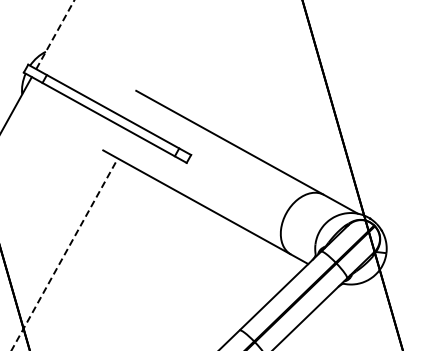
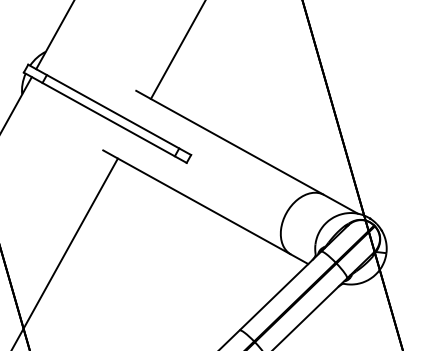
line at (55, 34): dashed -> solid
line at (177, 50): none -> present
line at (64, 254): dashed -> solid
